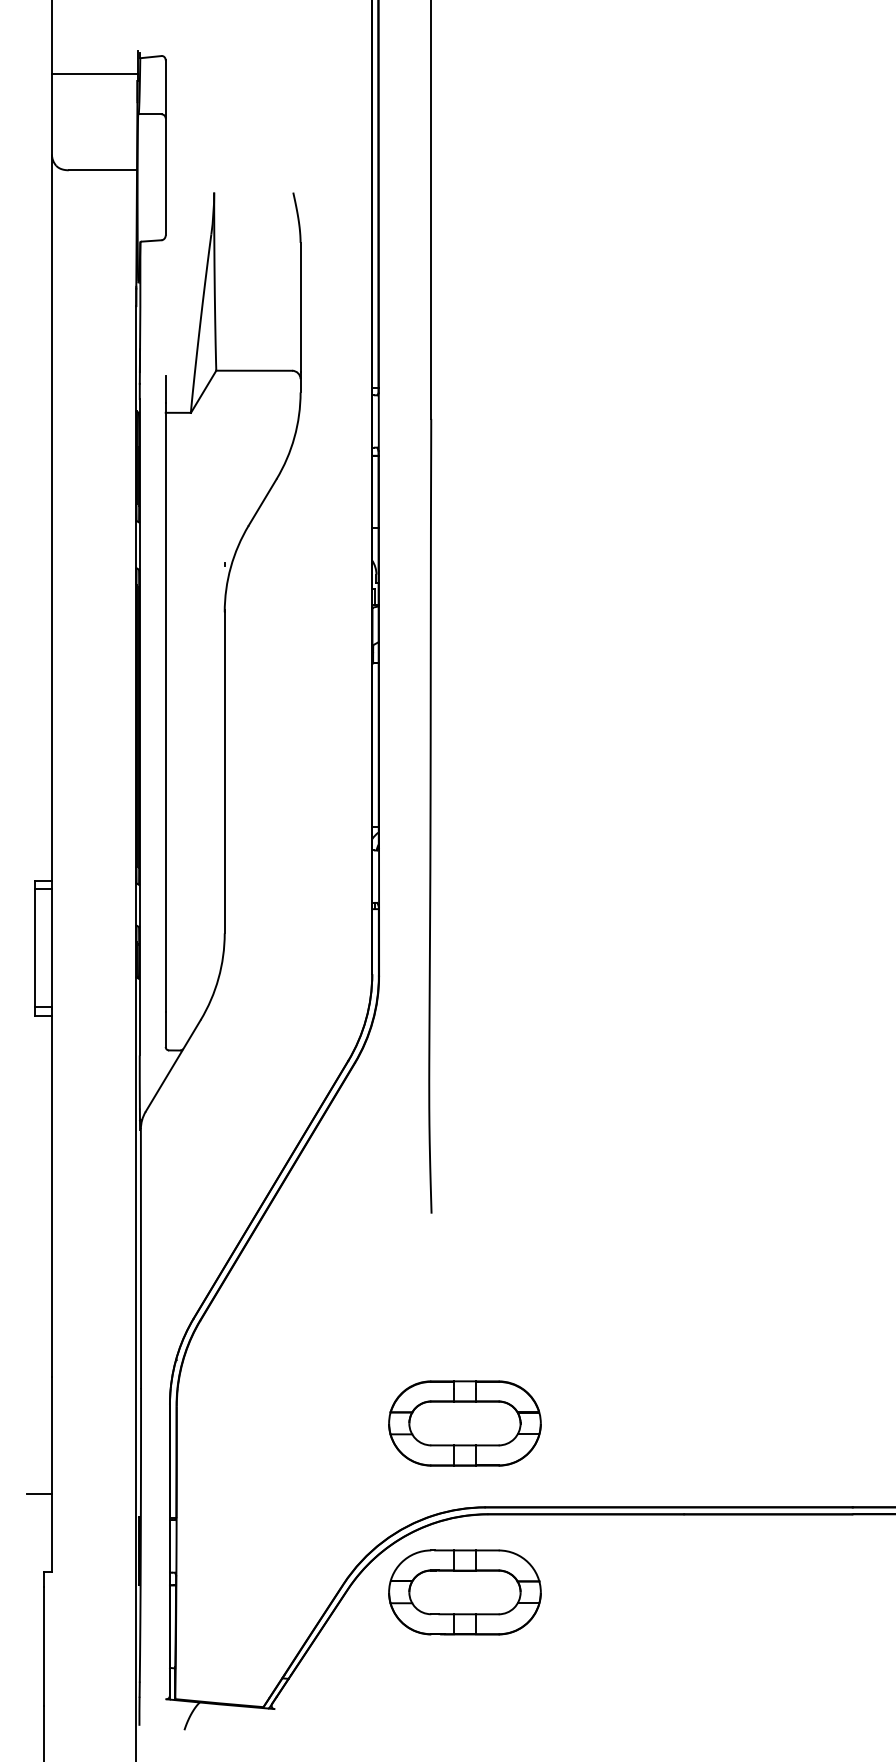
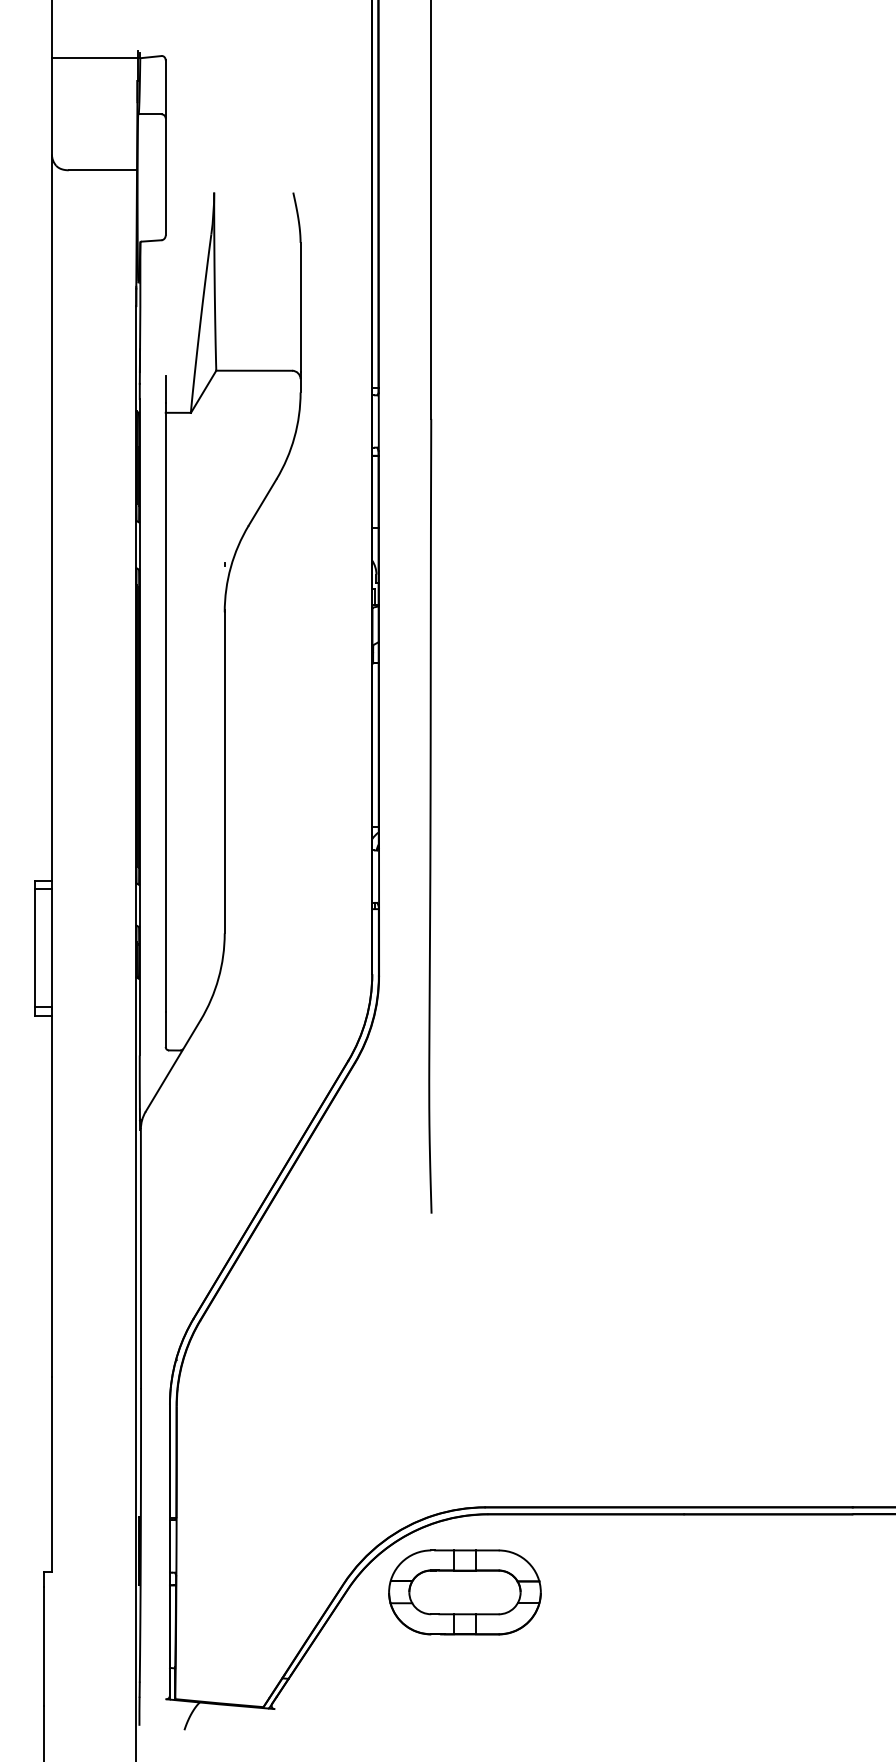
line at (94, 74) position: (94, 74) -> (94, 58)
part at (464, 1423): present -> none
line at (38, 1493): present -> none
